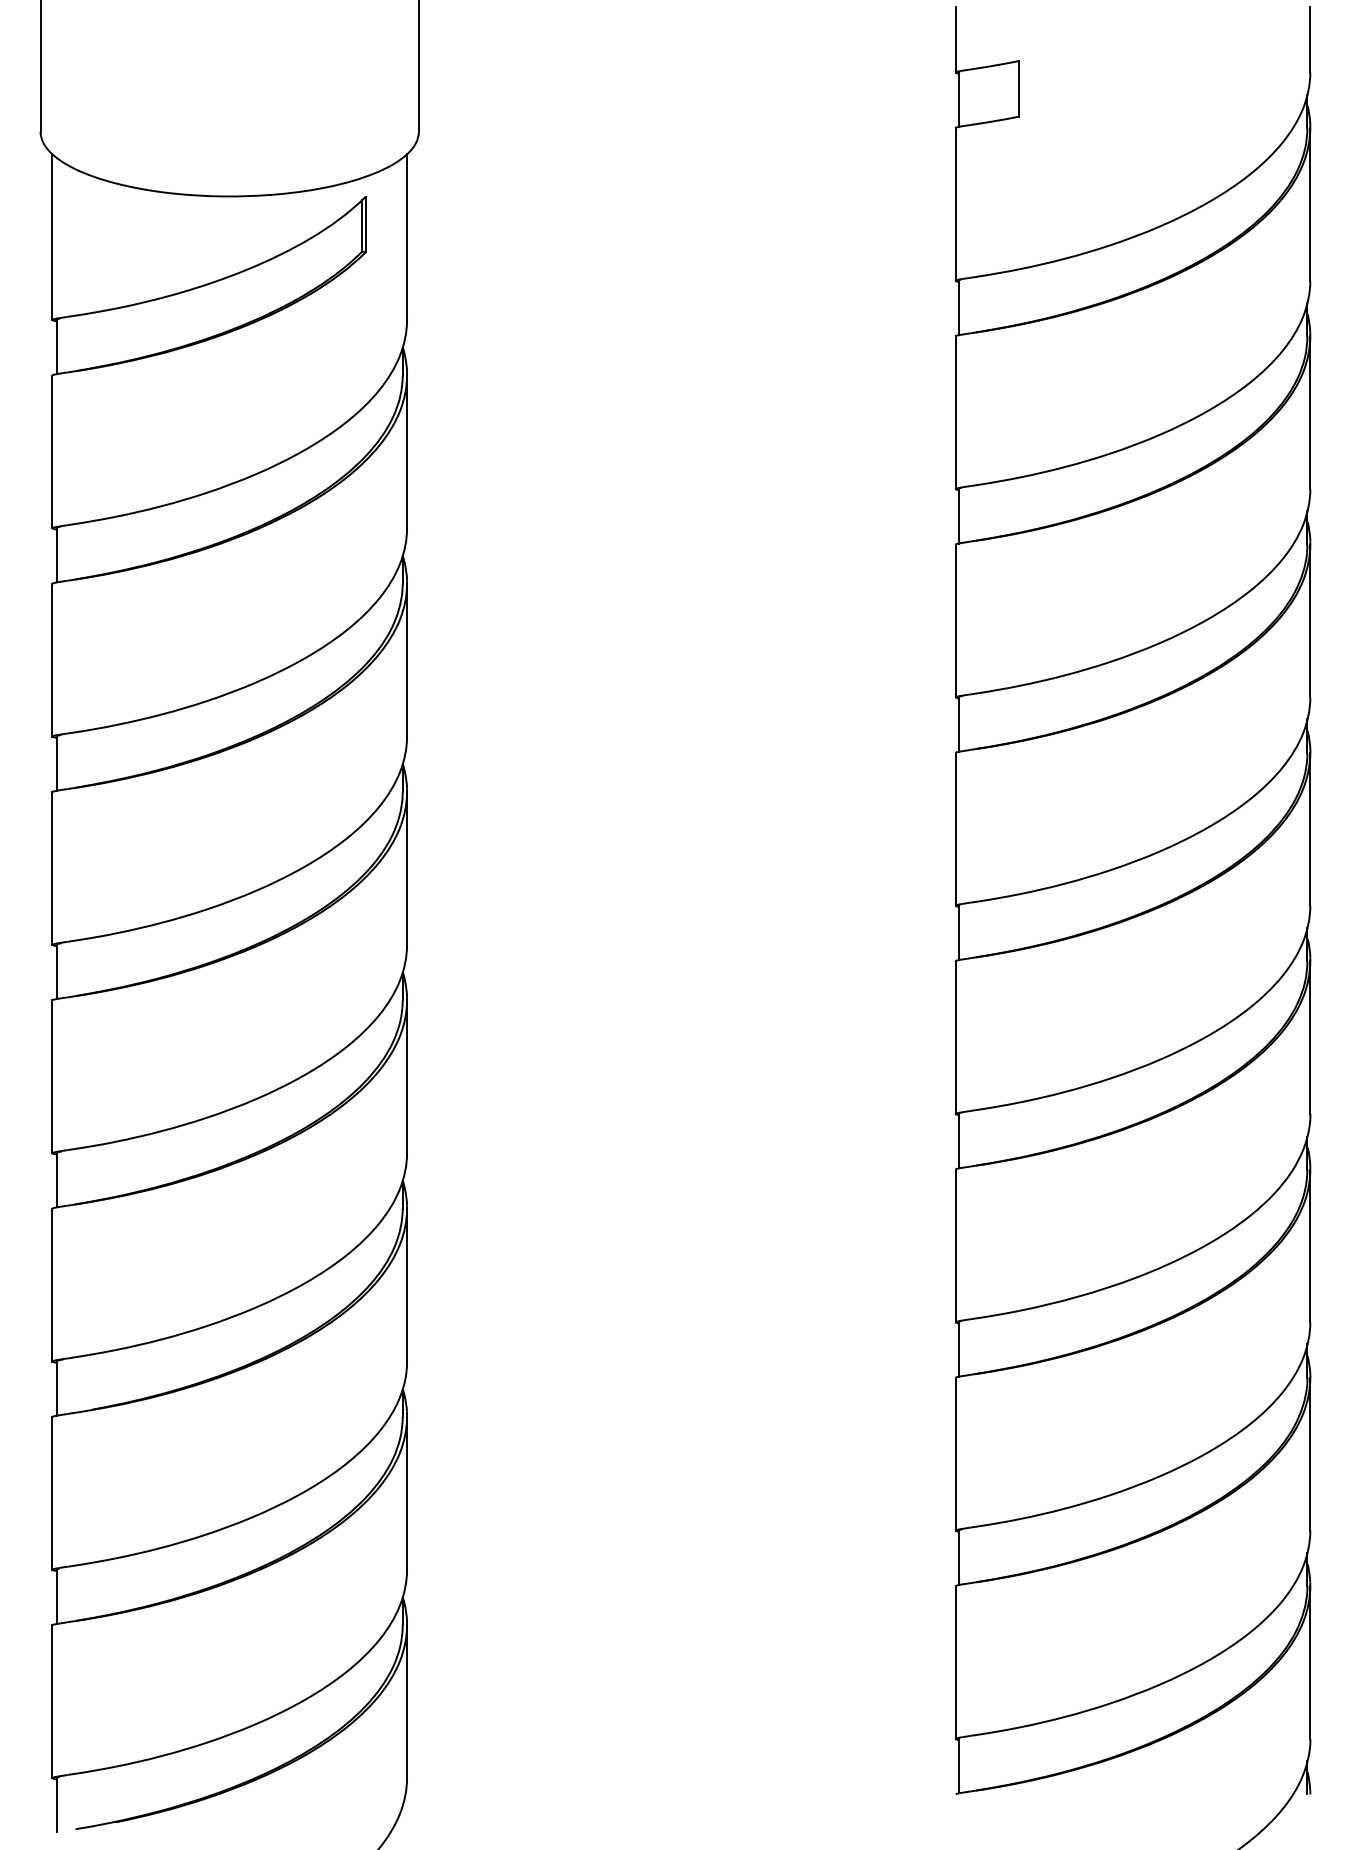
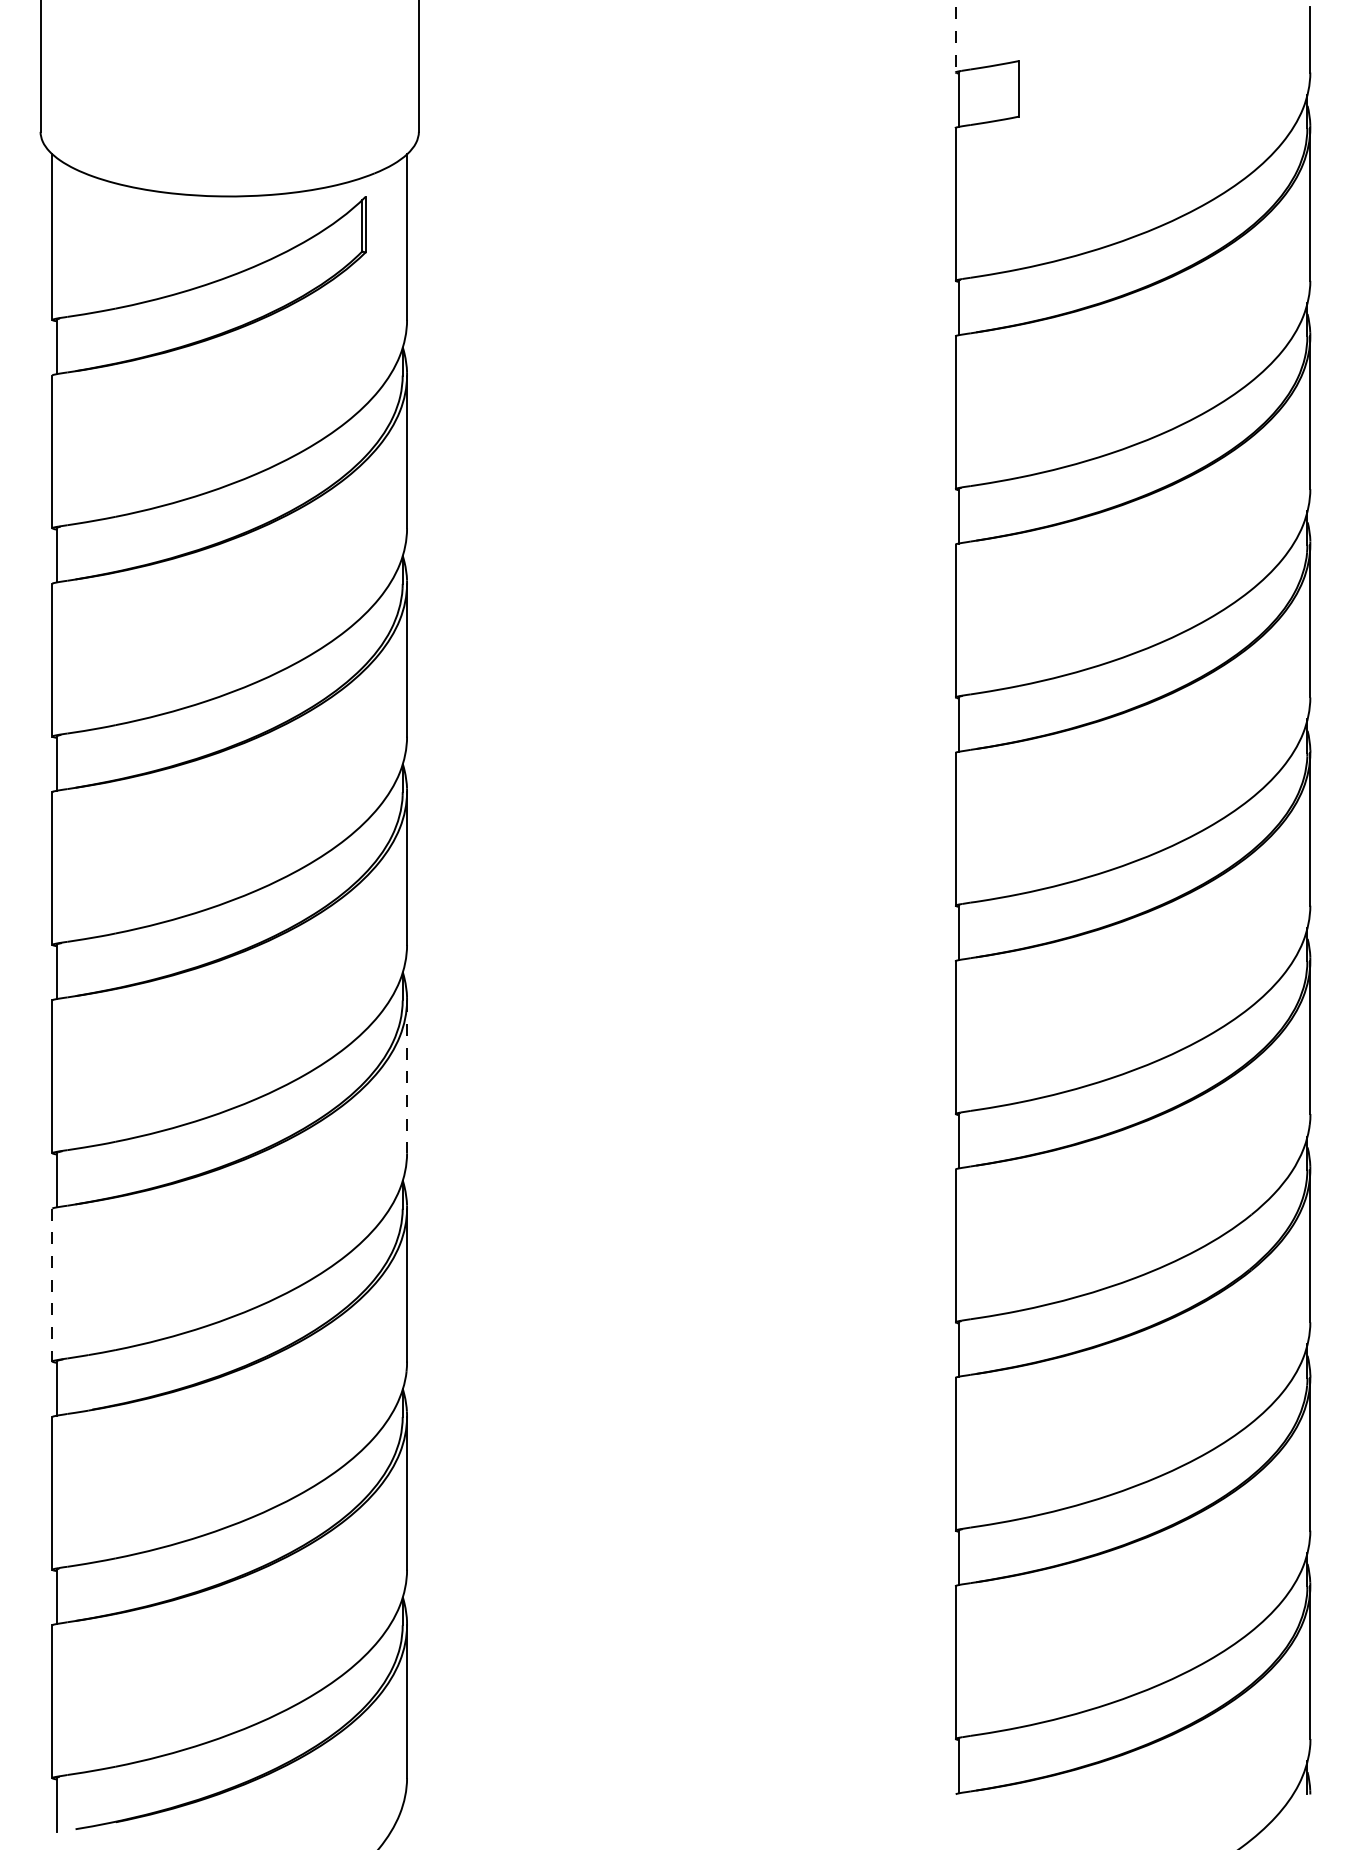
line at (955, 40): solid -> dashed
line at (407, 1077): solid -> dashed
line at (52, 1285): solid -> dashed
